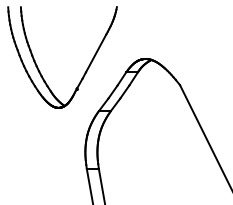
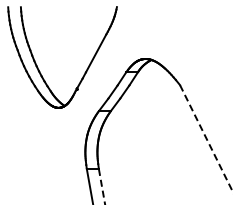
line at (206, 138): solid -> dashed
line at (101, 186): solid -> dashed
